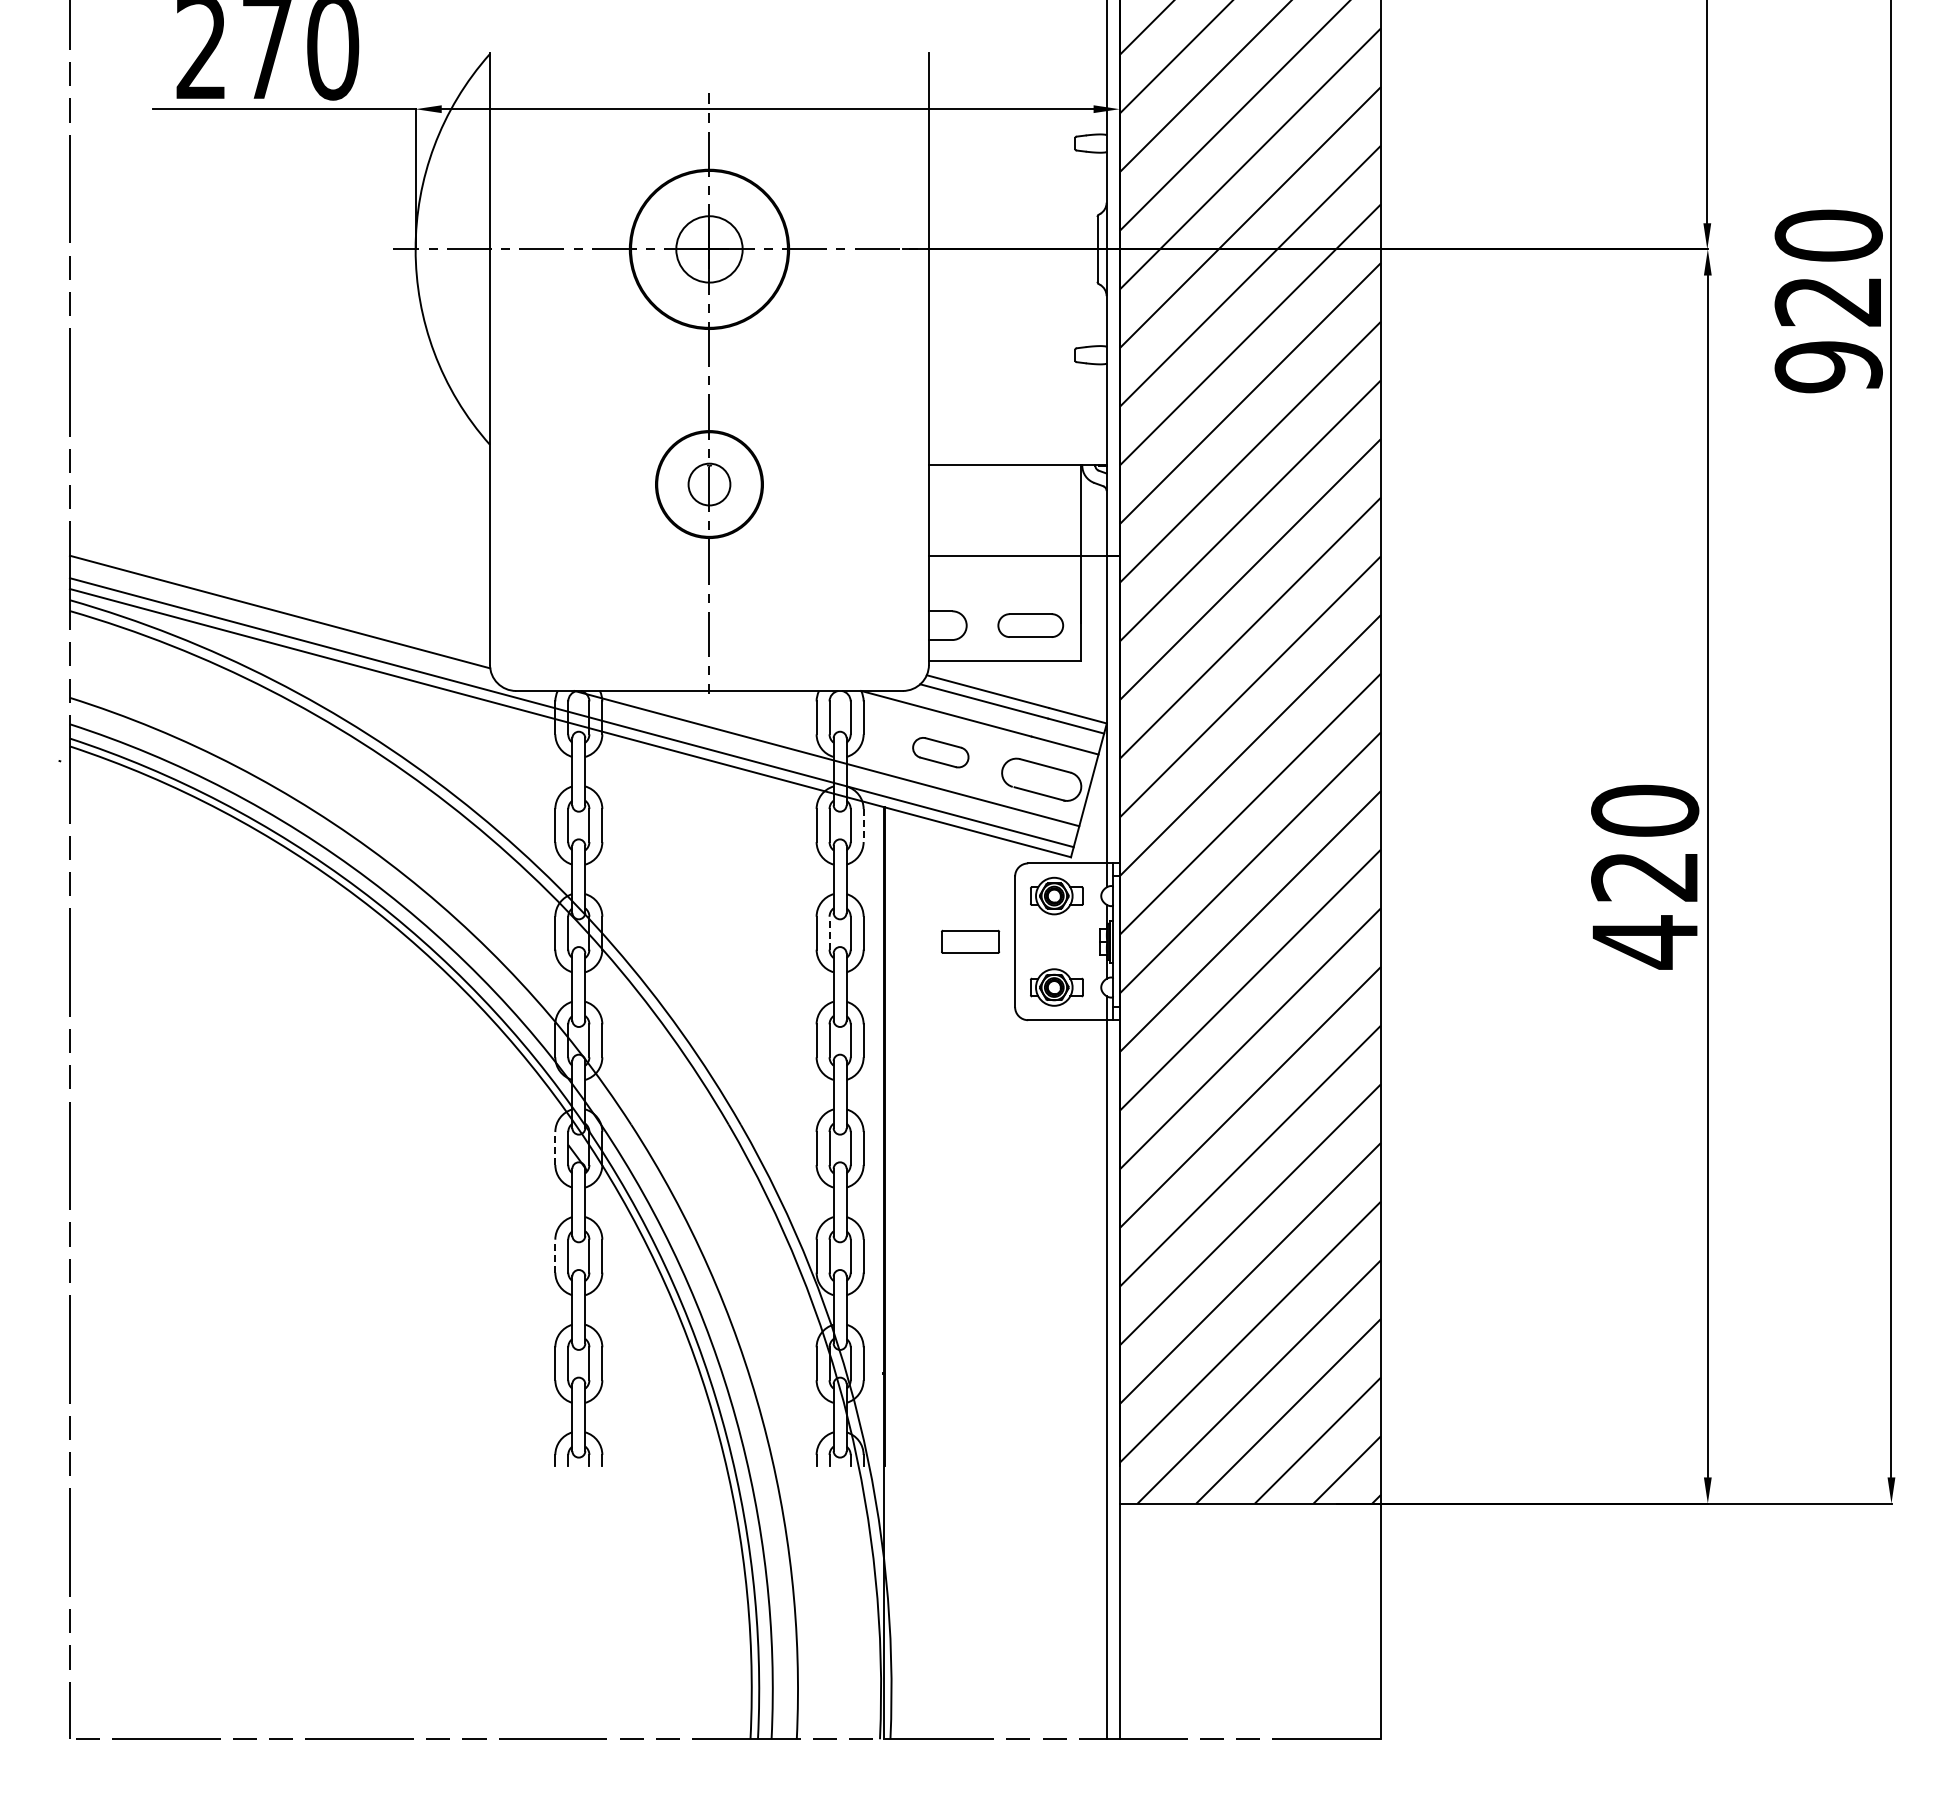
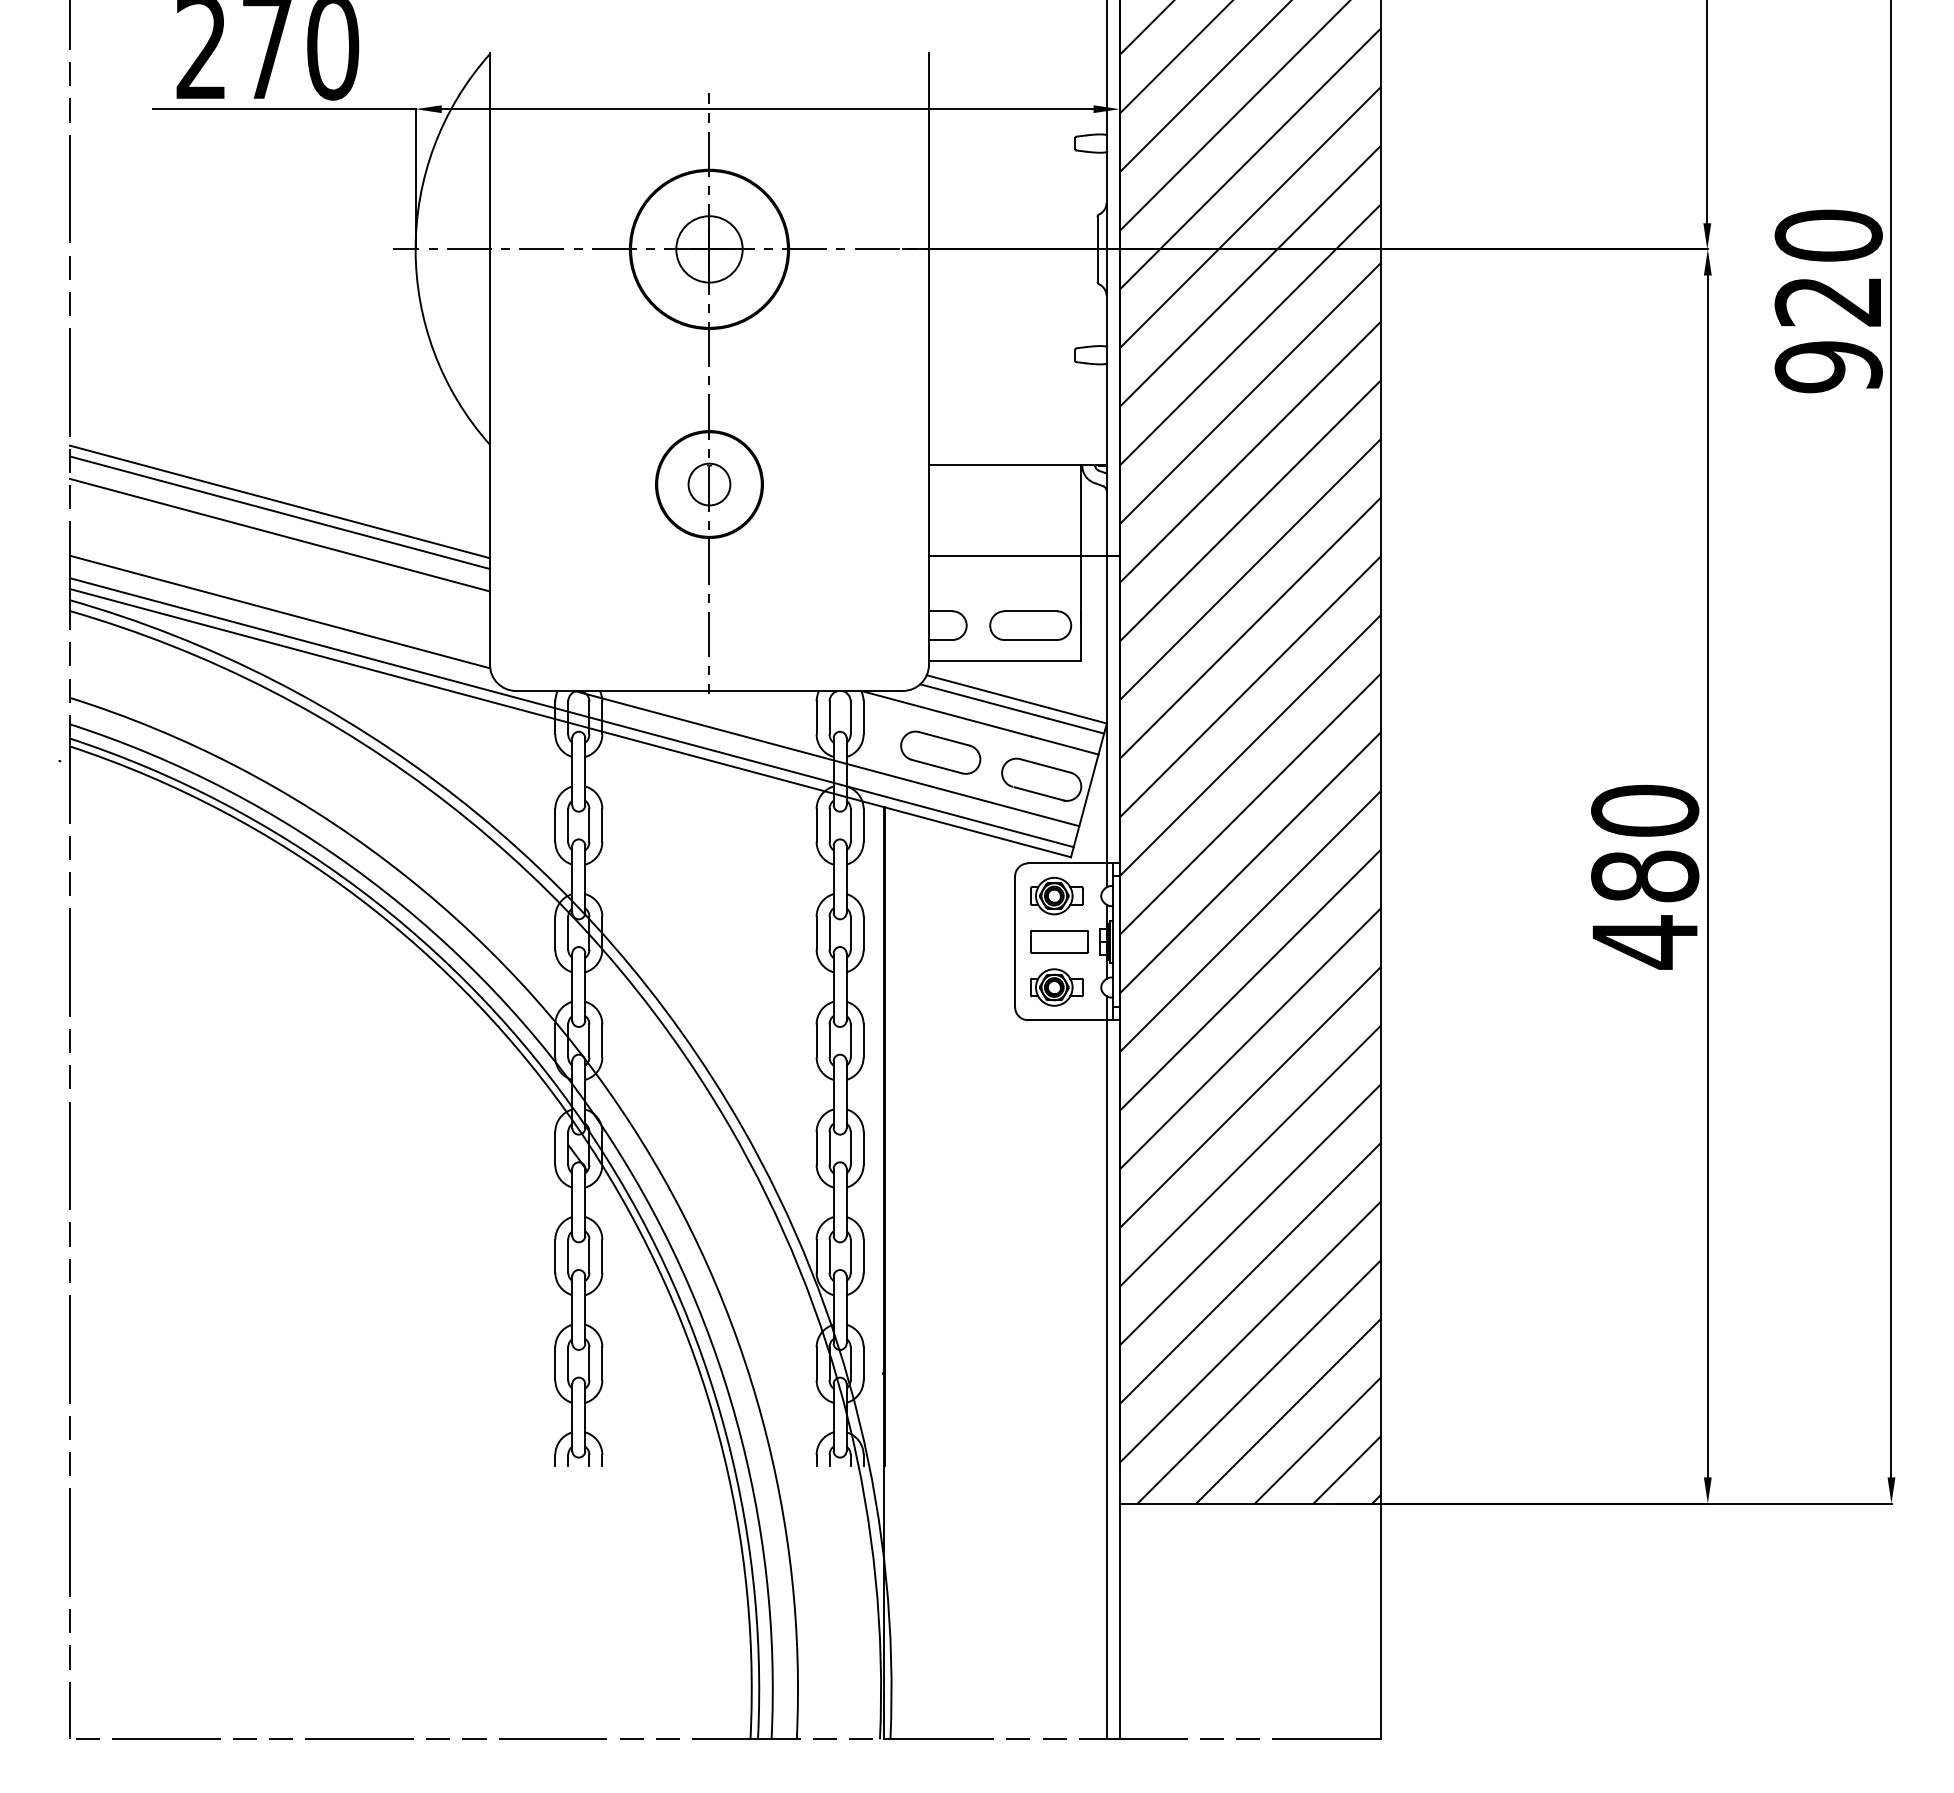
line at (279, 501): none -> present
line at (279, 512): none -> present
line at (279, 534): none -> present
part at (1030, 625) size: 68x25 px -> 84x31 px
part at (940, 752) size: 58x32 px -> 82x45 px
line at (863, 826): dashed -> solid
text at (1645, 876): 420 -> 480
line at (829, 932): dashed -> solid
part at (970, 941) position: (970, 941) -> (1059, 941)
line at (555, 1148): dashed -> solid
line at (555, 1255): dashed -> solid
